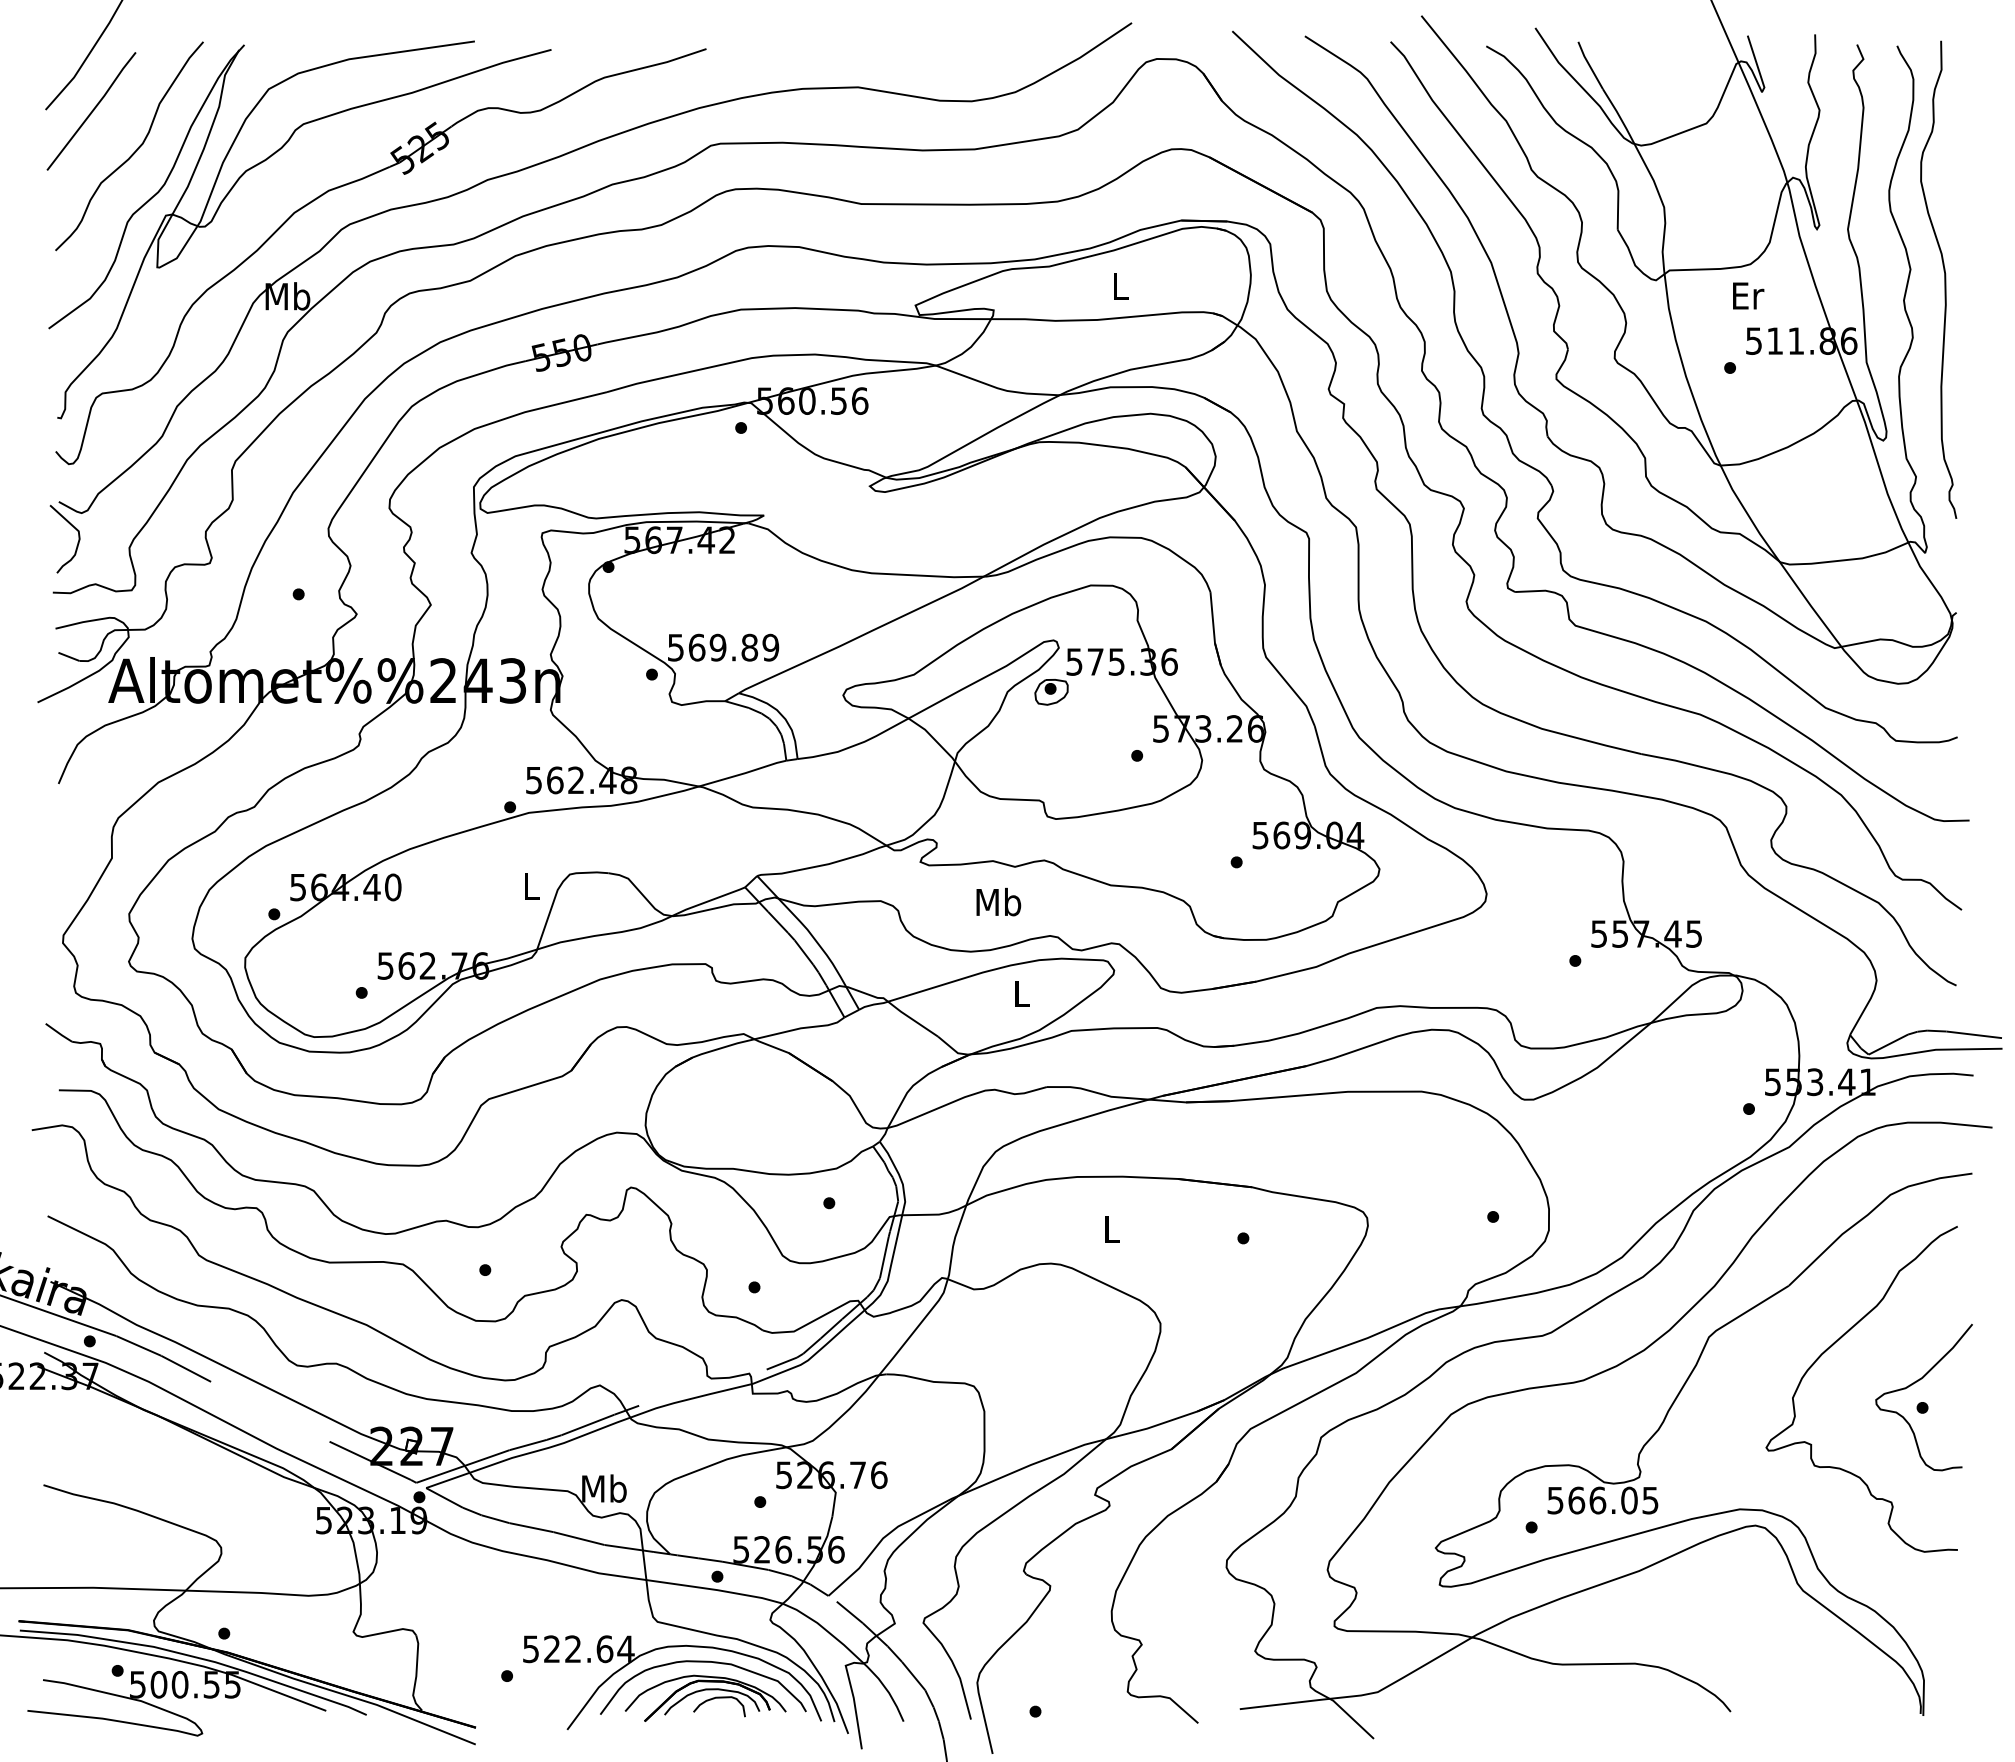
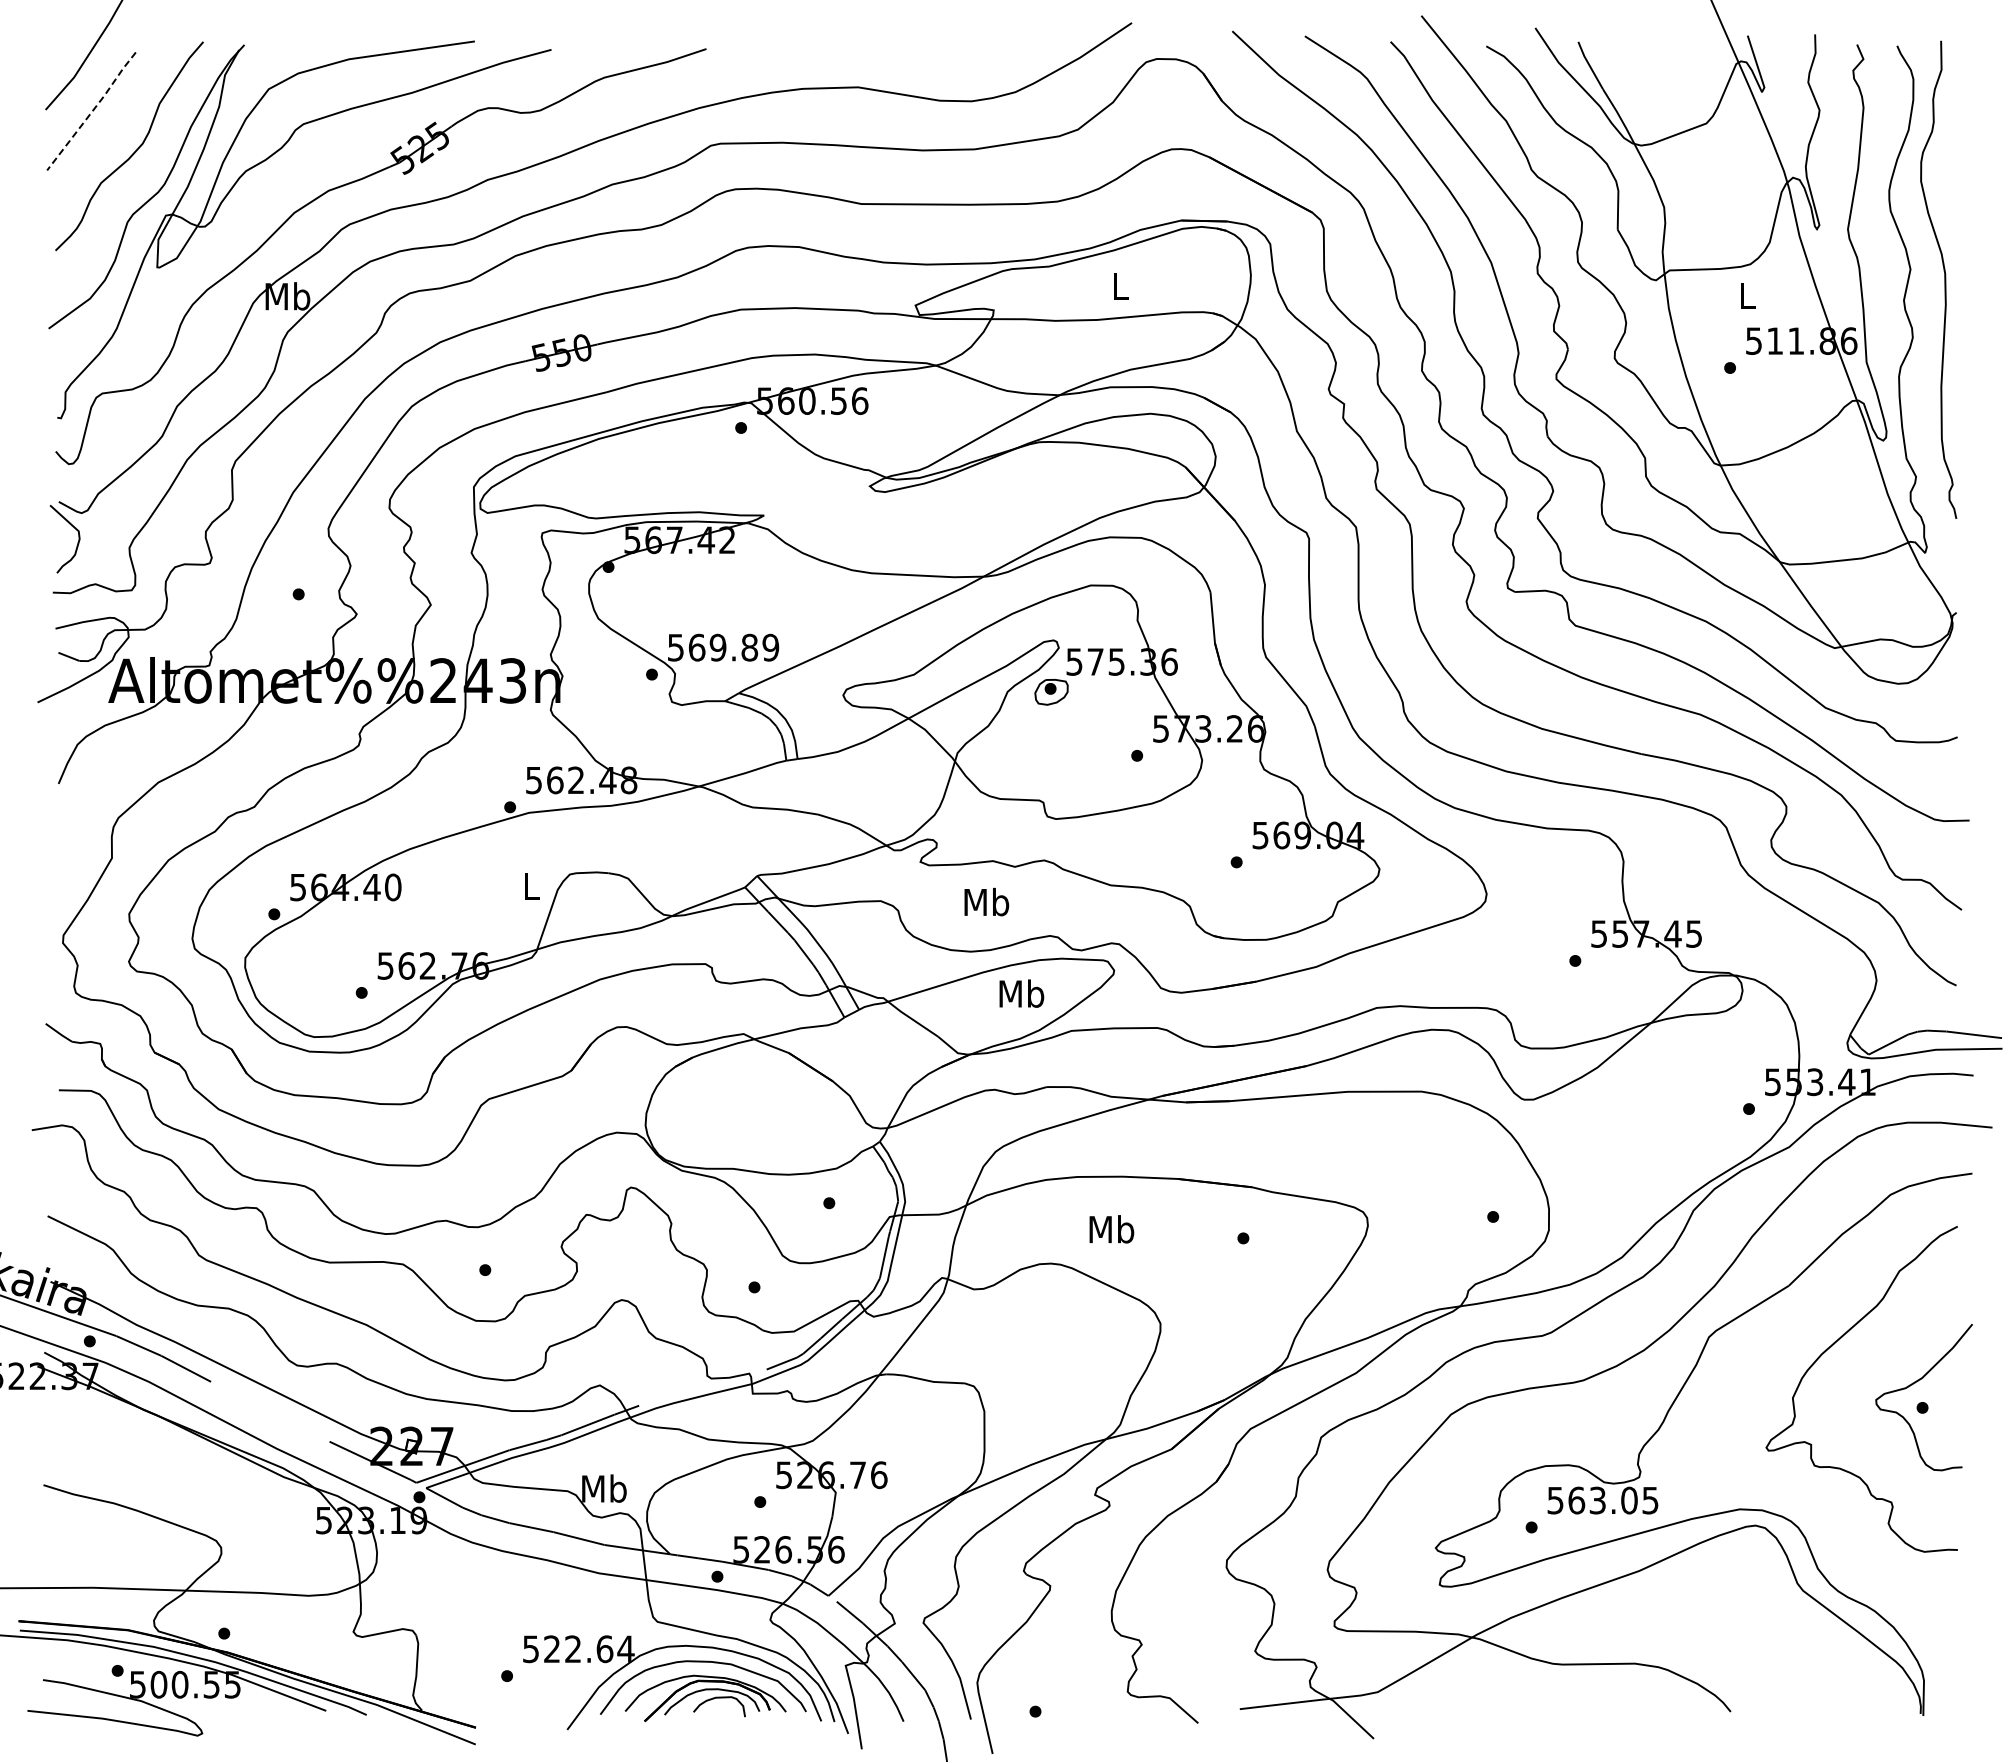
line at (92, 111): solid -> dashed
text at (1748, 295): Er -> L
text at (998, 901) position: (998, 901) -> (986, 901)
text at (1021, 993): L -> Mb
text at (1111, 1229): L -> Mb
text at (1597, 1500): 566.05 -> 563.05
